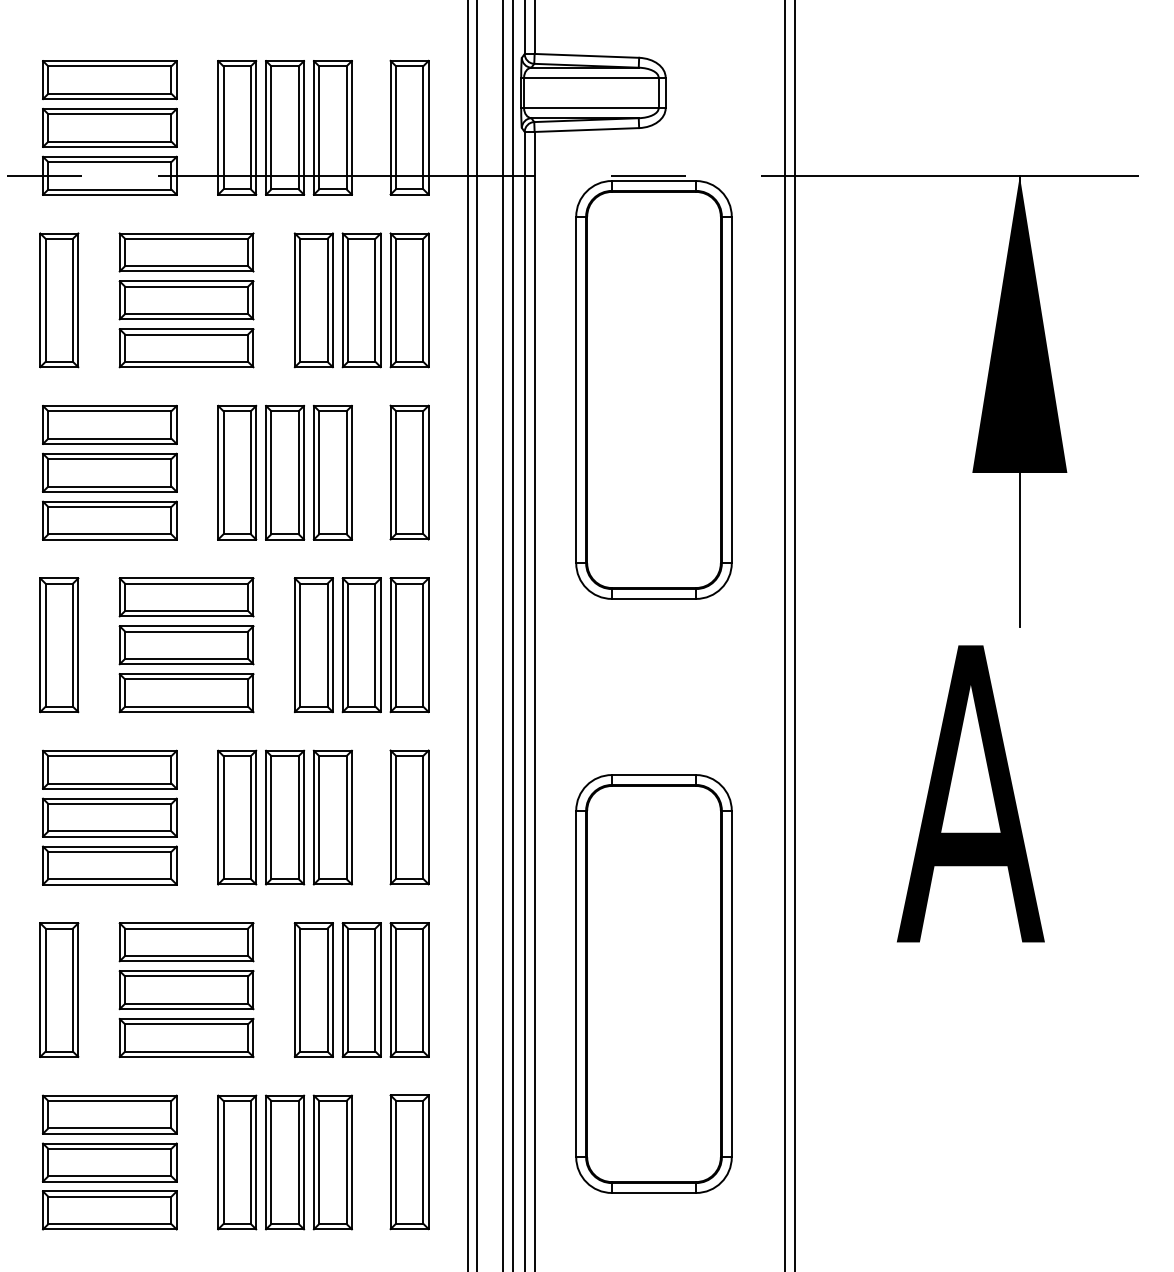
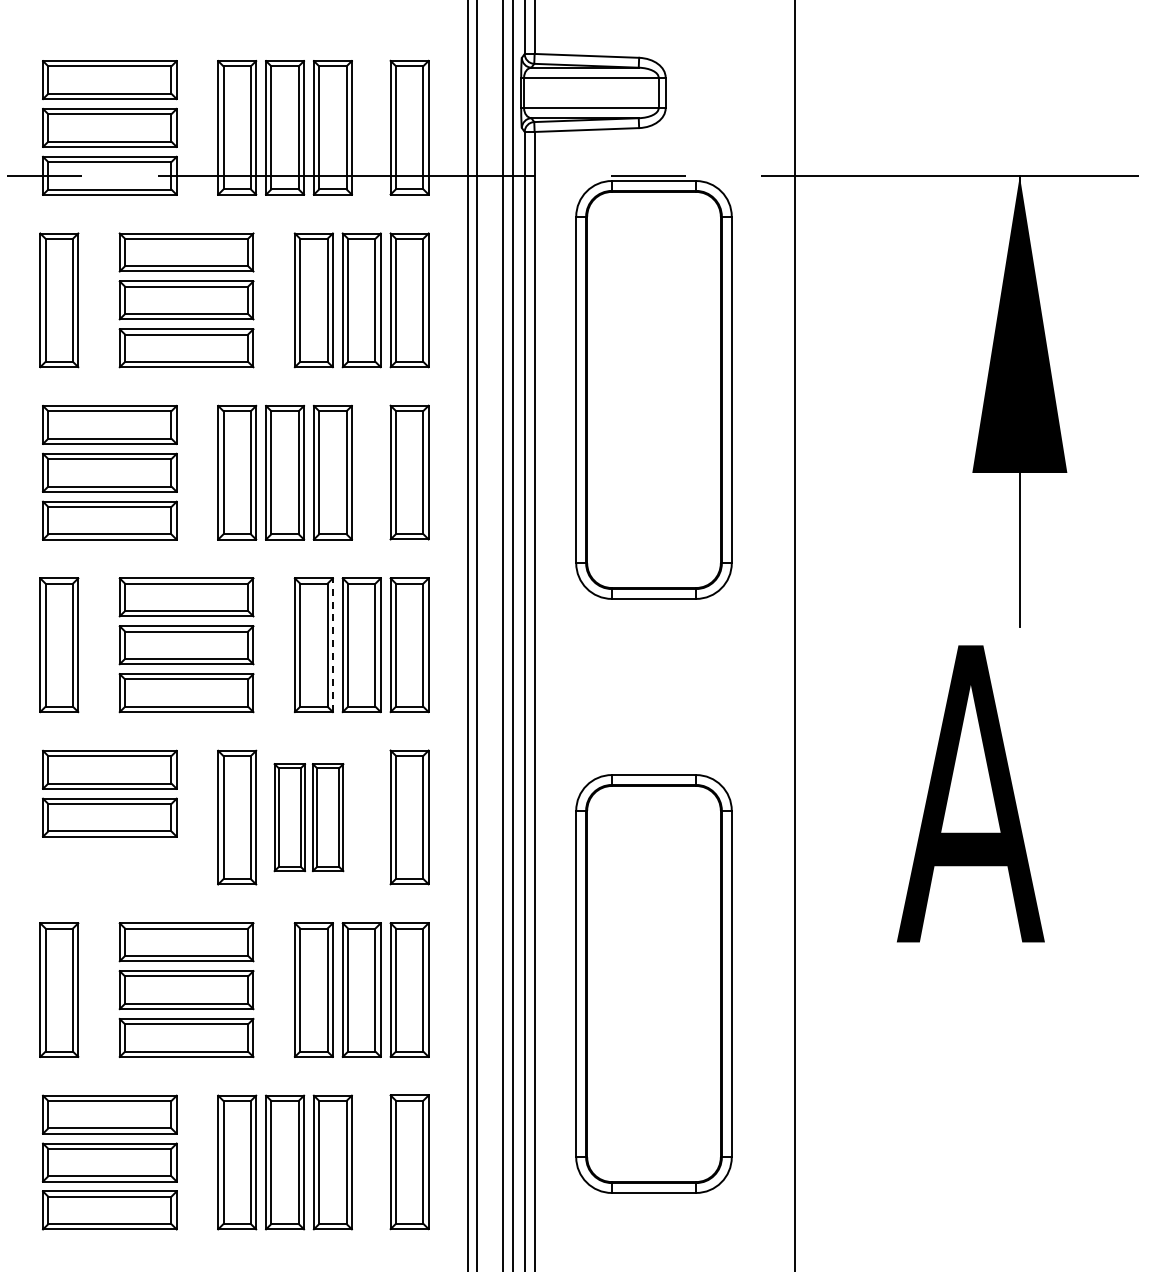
line at (785, 635): present -> none
line at (332, 645): solid -> dashed
part at (308, 817) size: 88x137 px -> 72x110 px
part at (109, 865): present -> none
